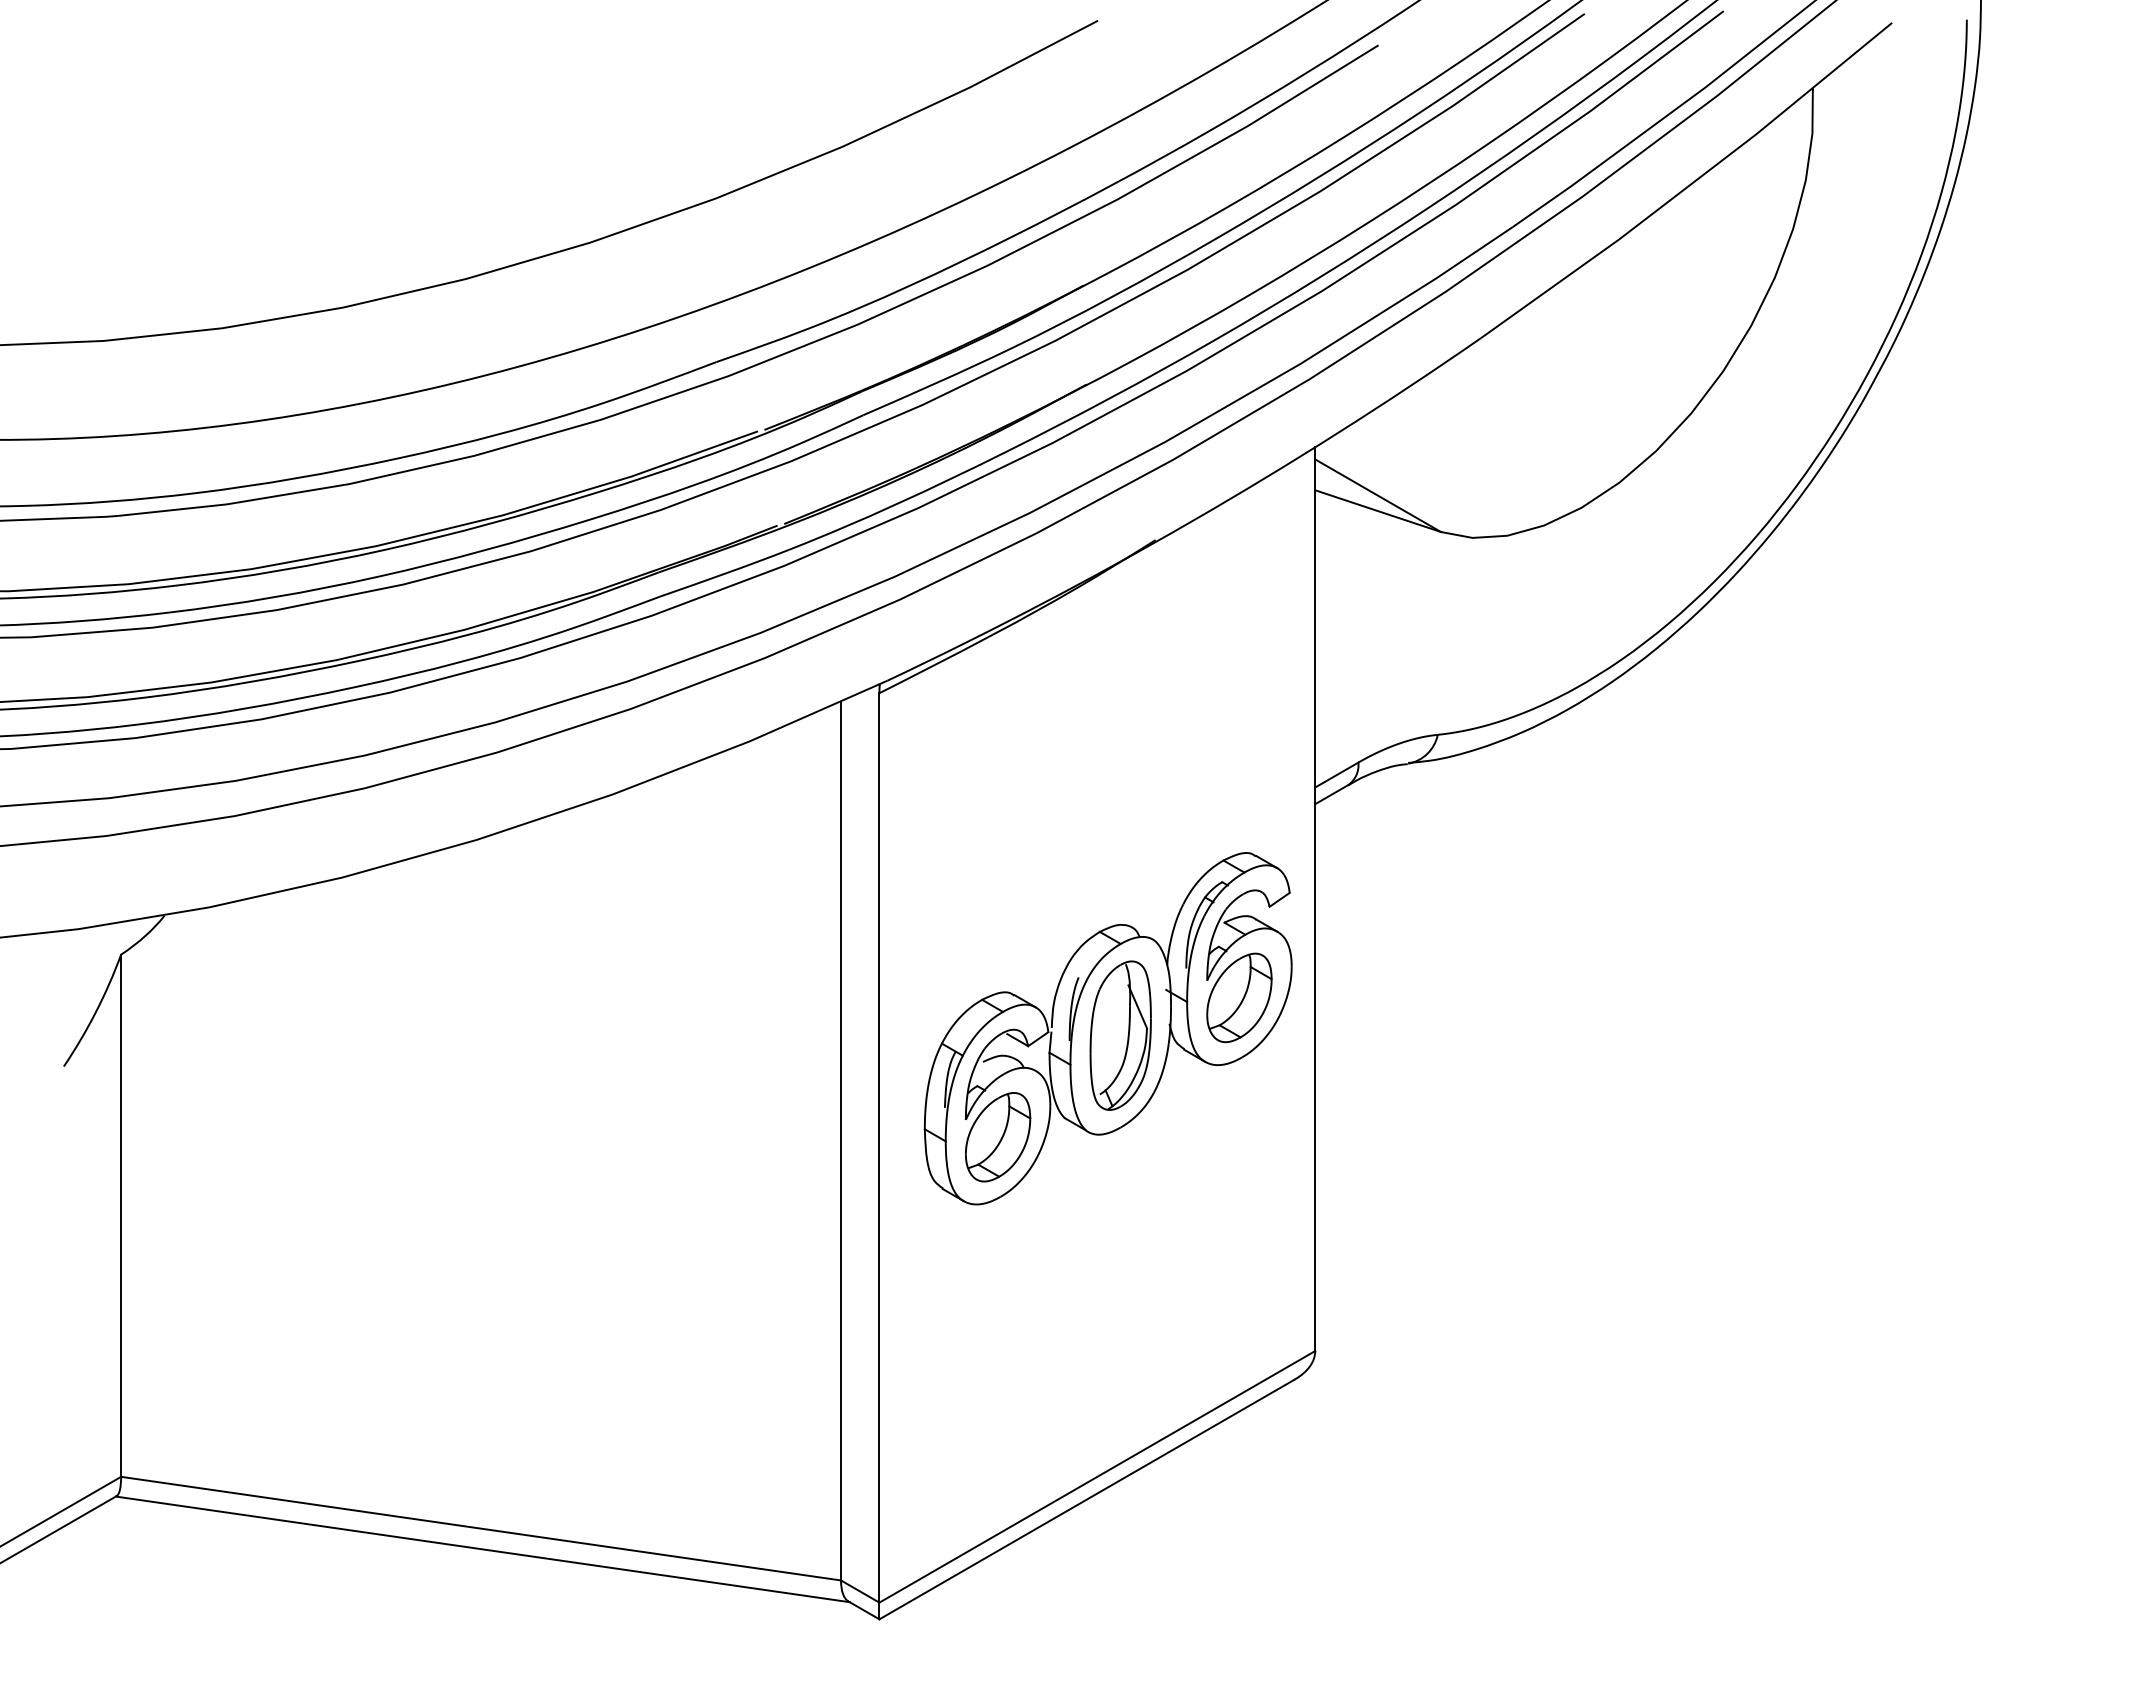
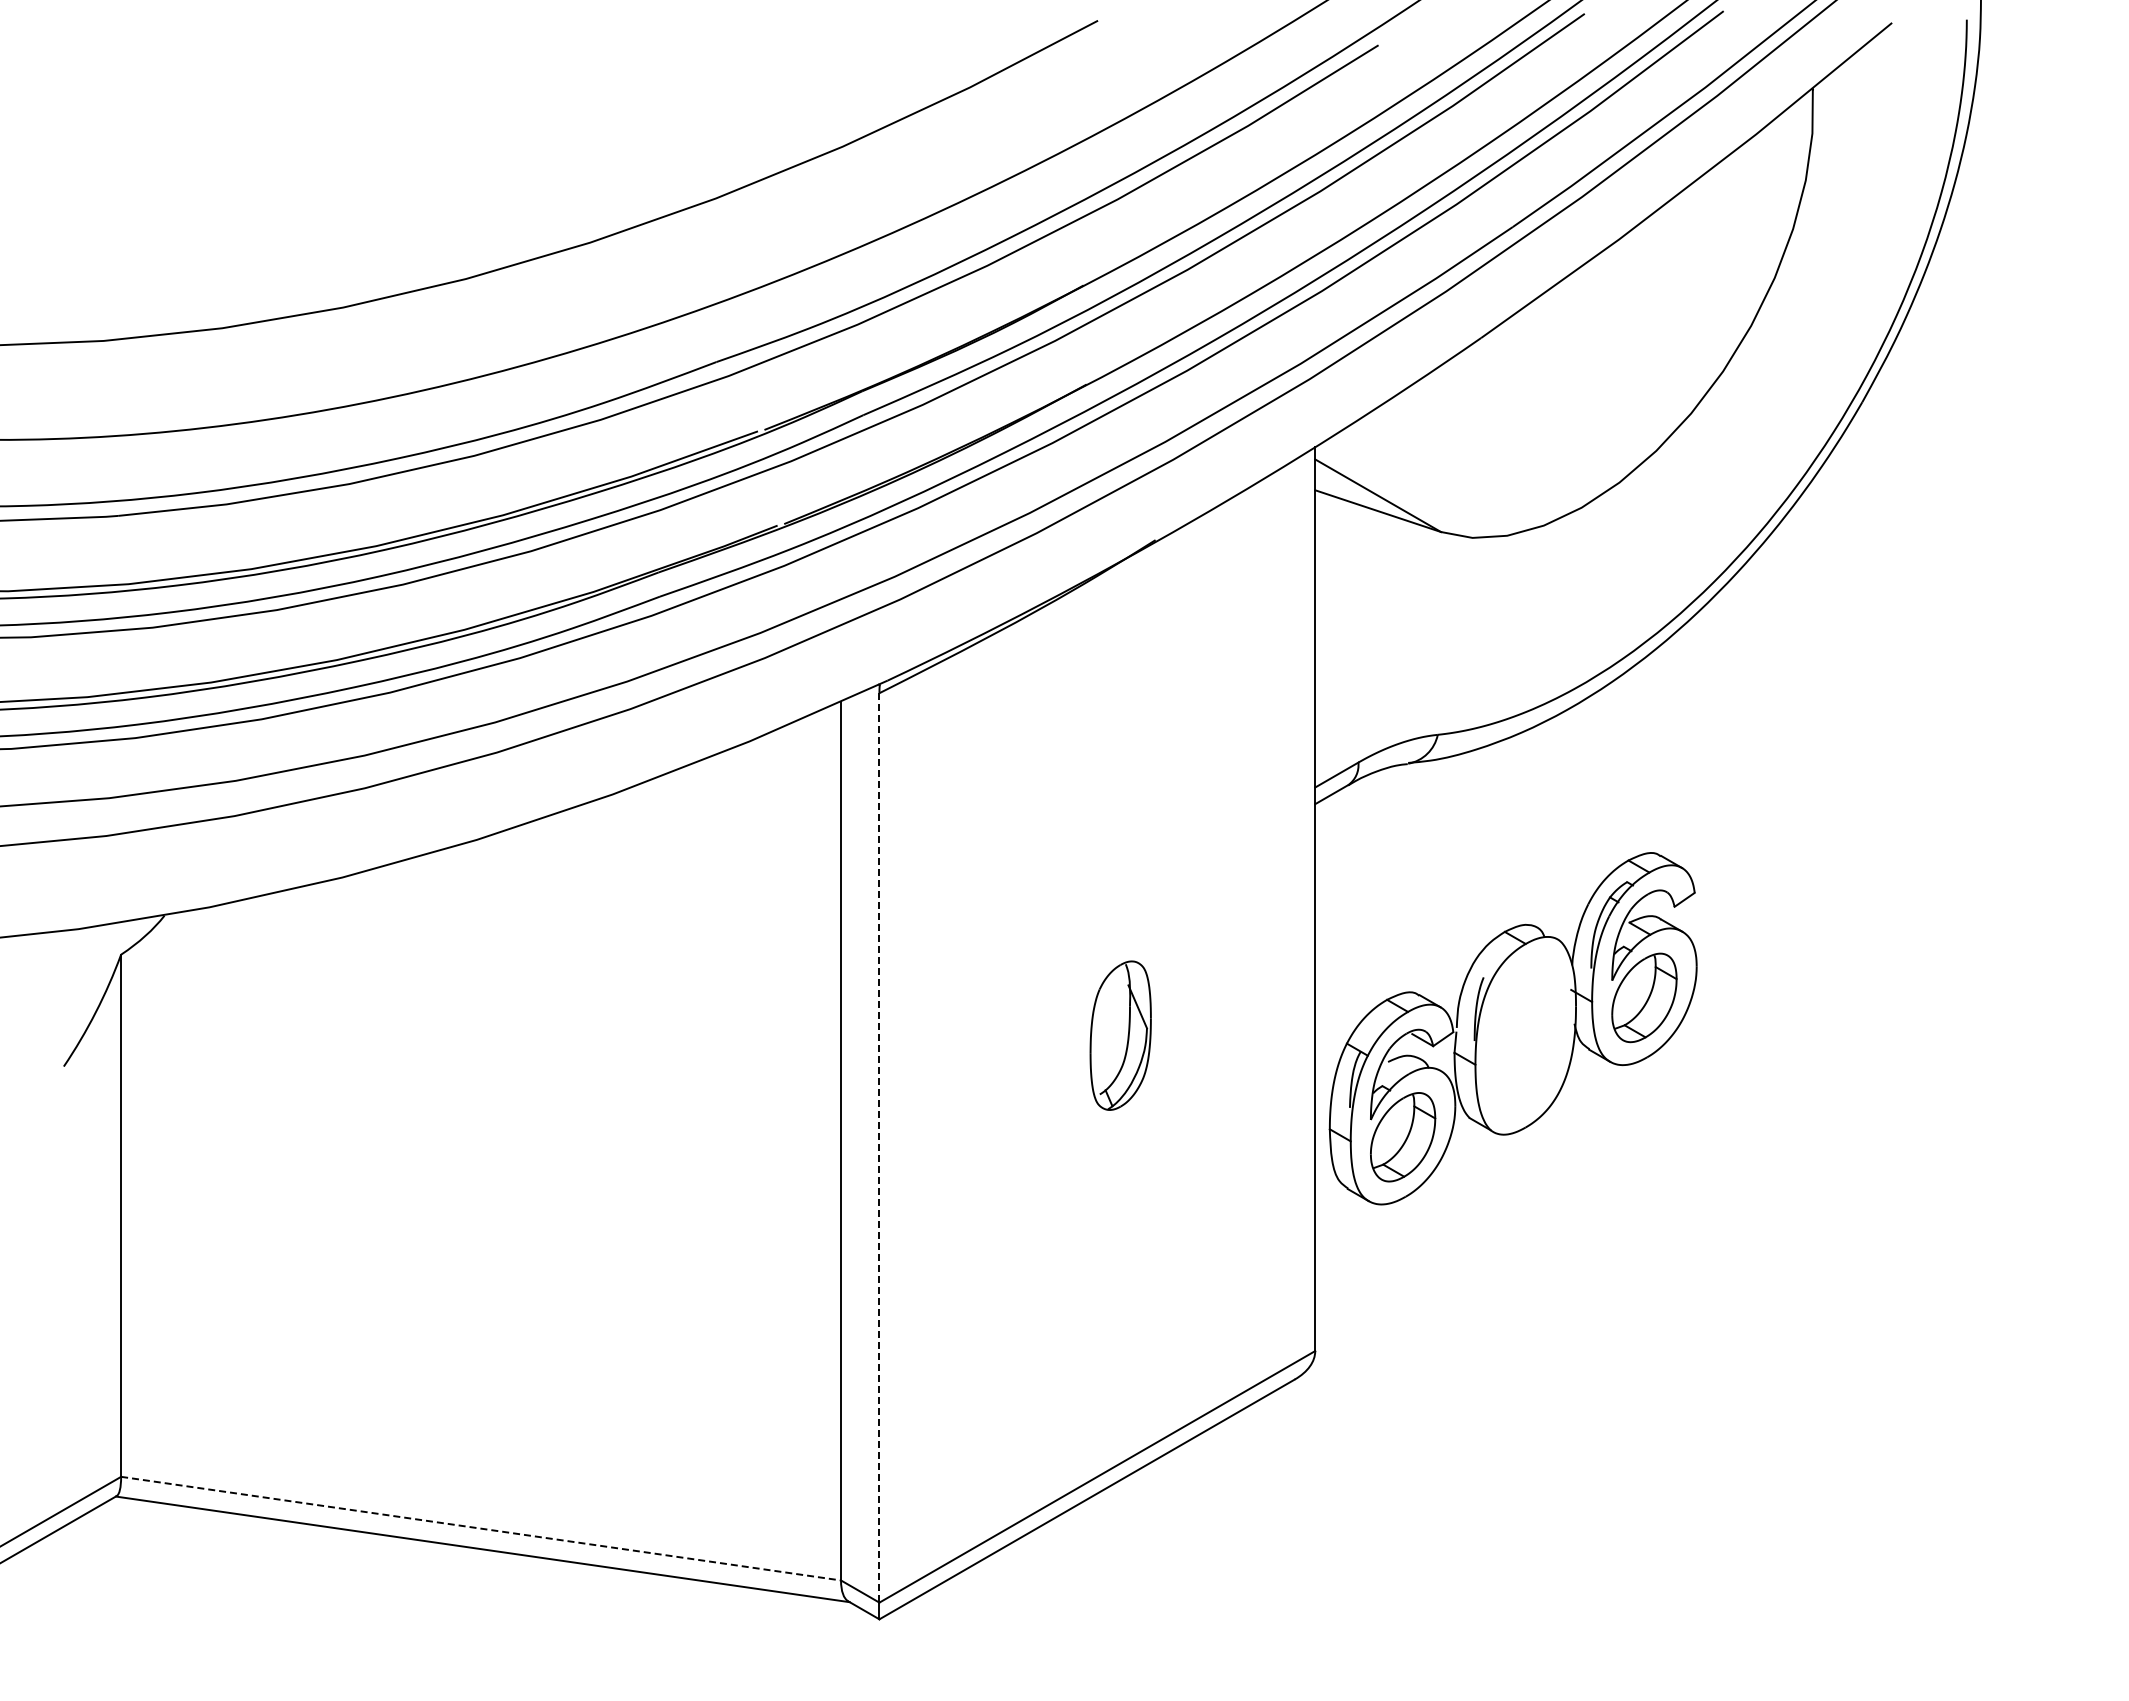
part at (1107, 1028) position: (1107, 1028) -> (1512, 1028)
line at (879, 1147): solid -> dashed
line at (481, 1528): solid -> dashed
